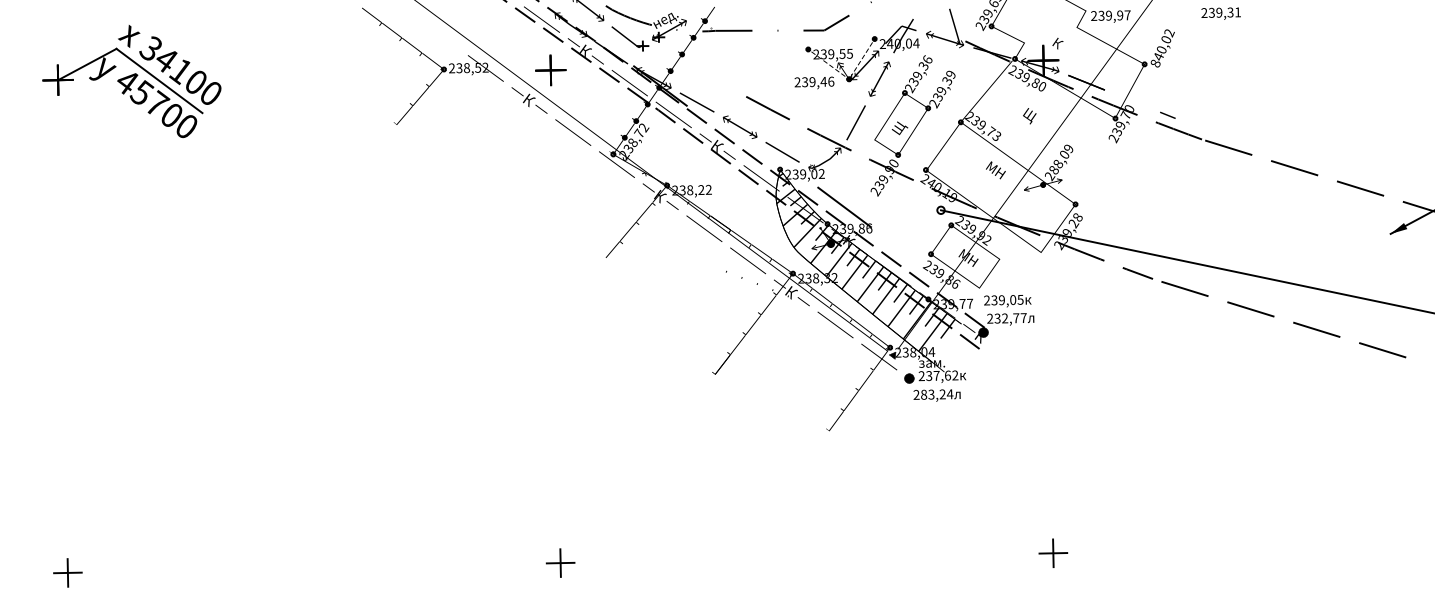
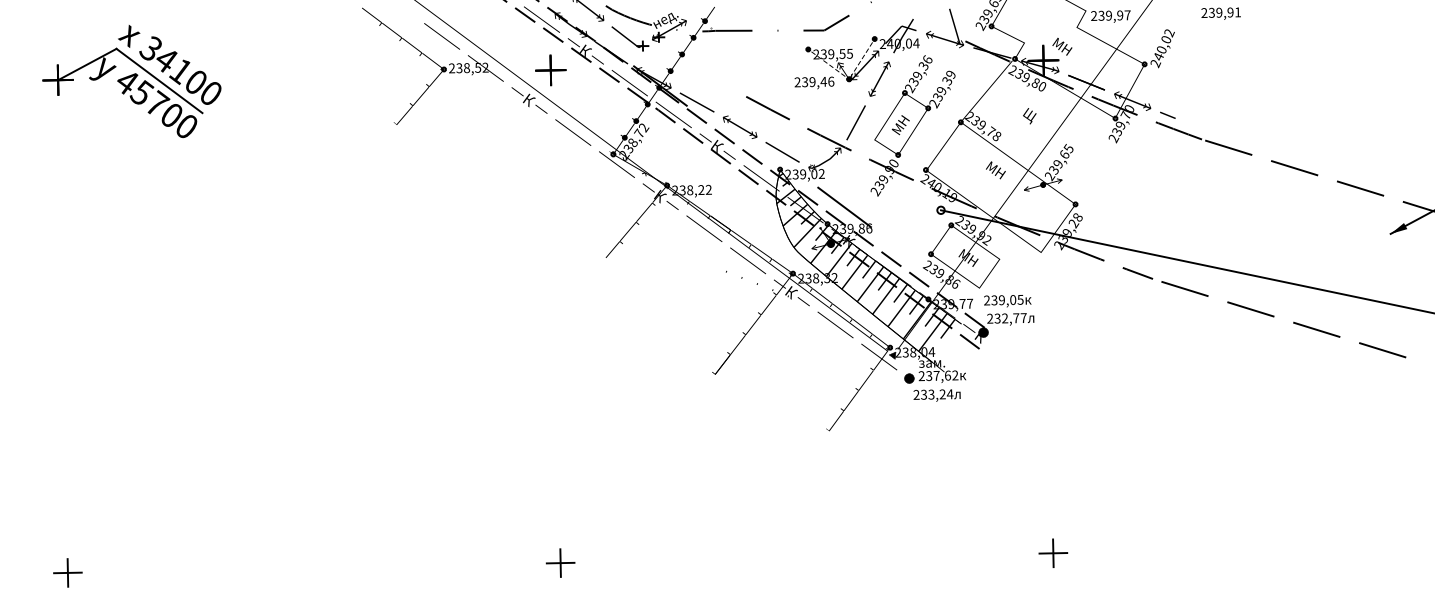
text at (1230, 12): 239,31 -> 239,91
fill at (441, 35): none -> present
text at (1062, 46): К -> МН
text at (1155, 63): 840,02 -> 240,02
fill at (1132, 101): none -> present
text at (900, 124): Щ -> МН
text at (996, 136): 239,73 -> 239,78
text at (1061, 159): 288,09 -> 239,65
text at (924, 394): 283,24 -> 233,24
